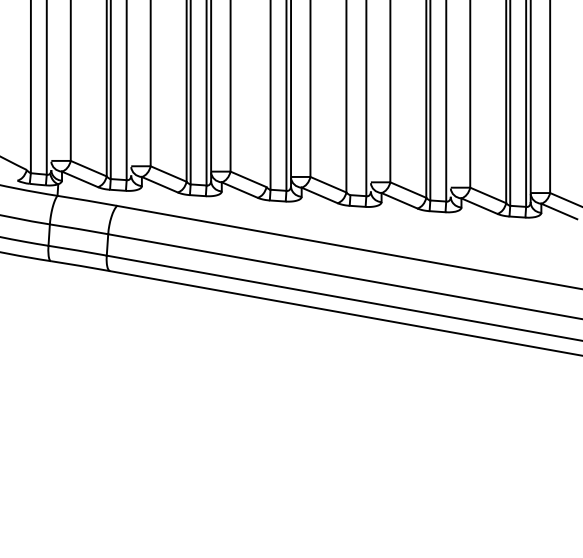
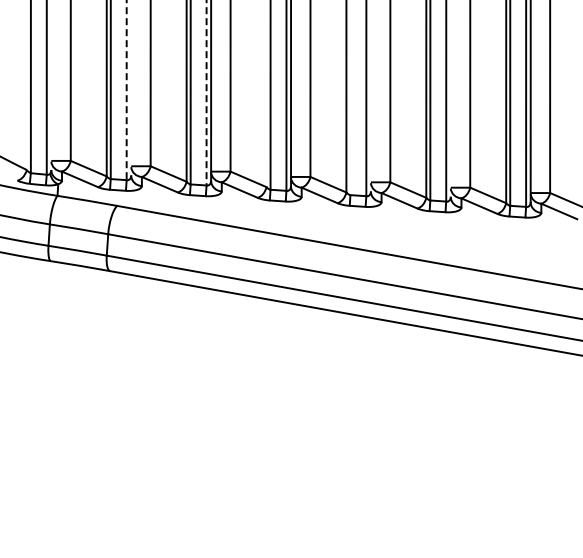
line at (126, 90): solid -> dashed
line at (206, 93): solid -> dashed
